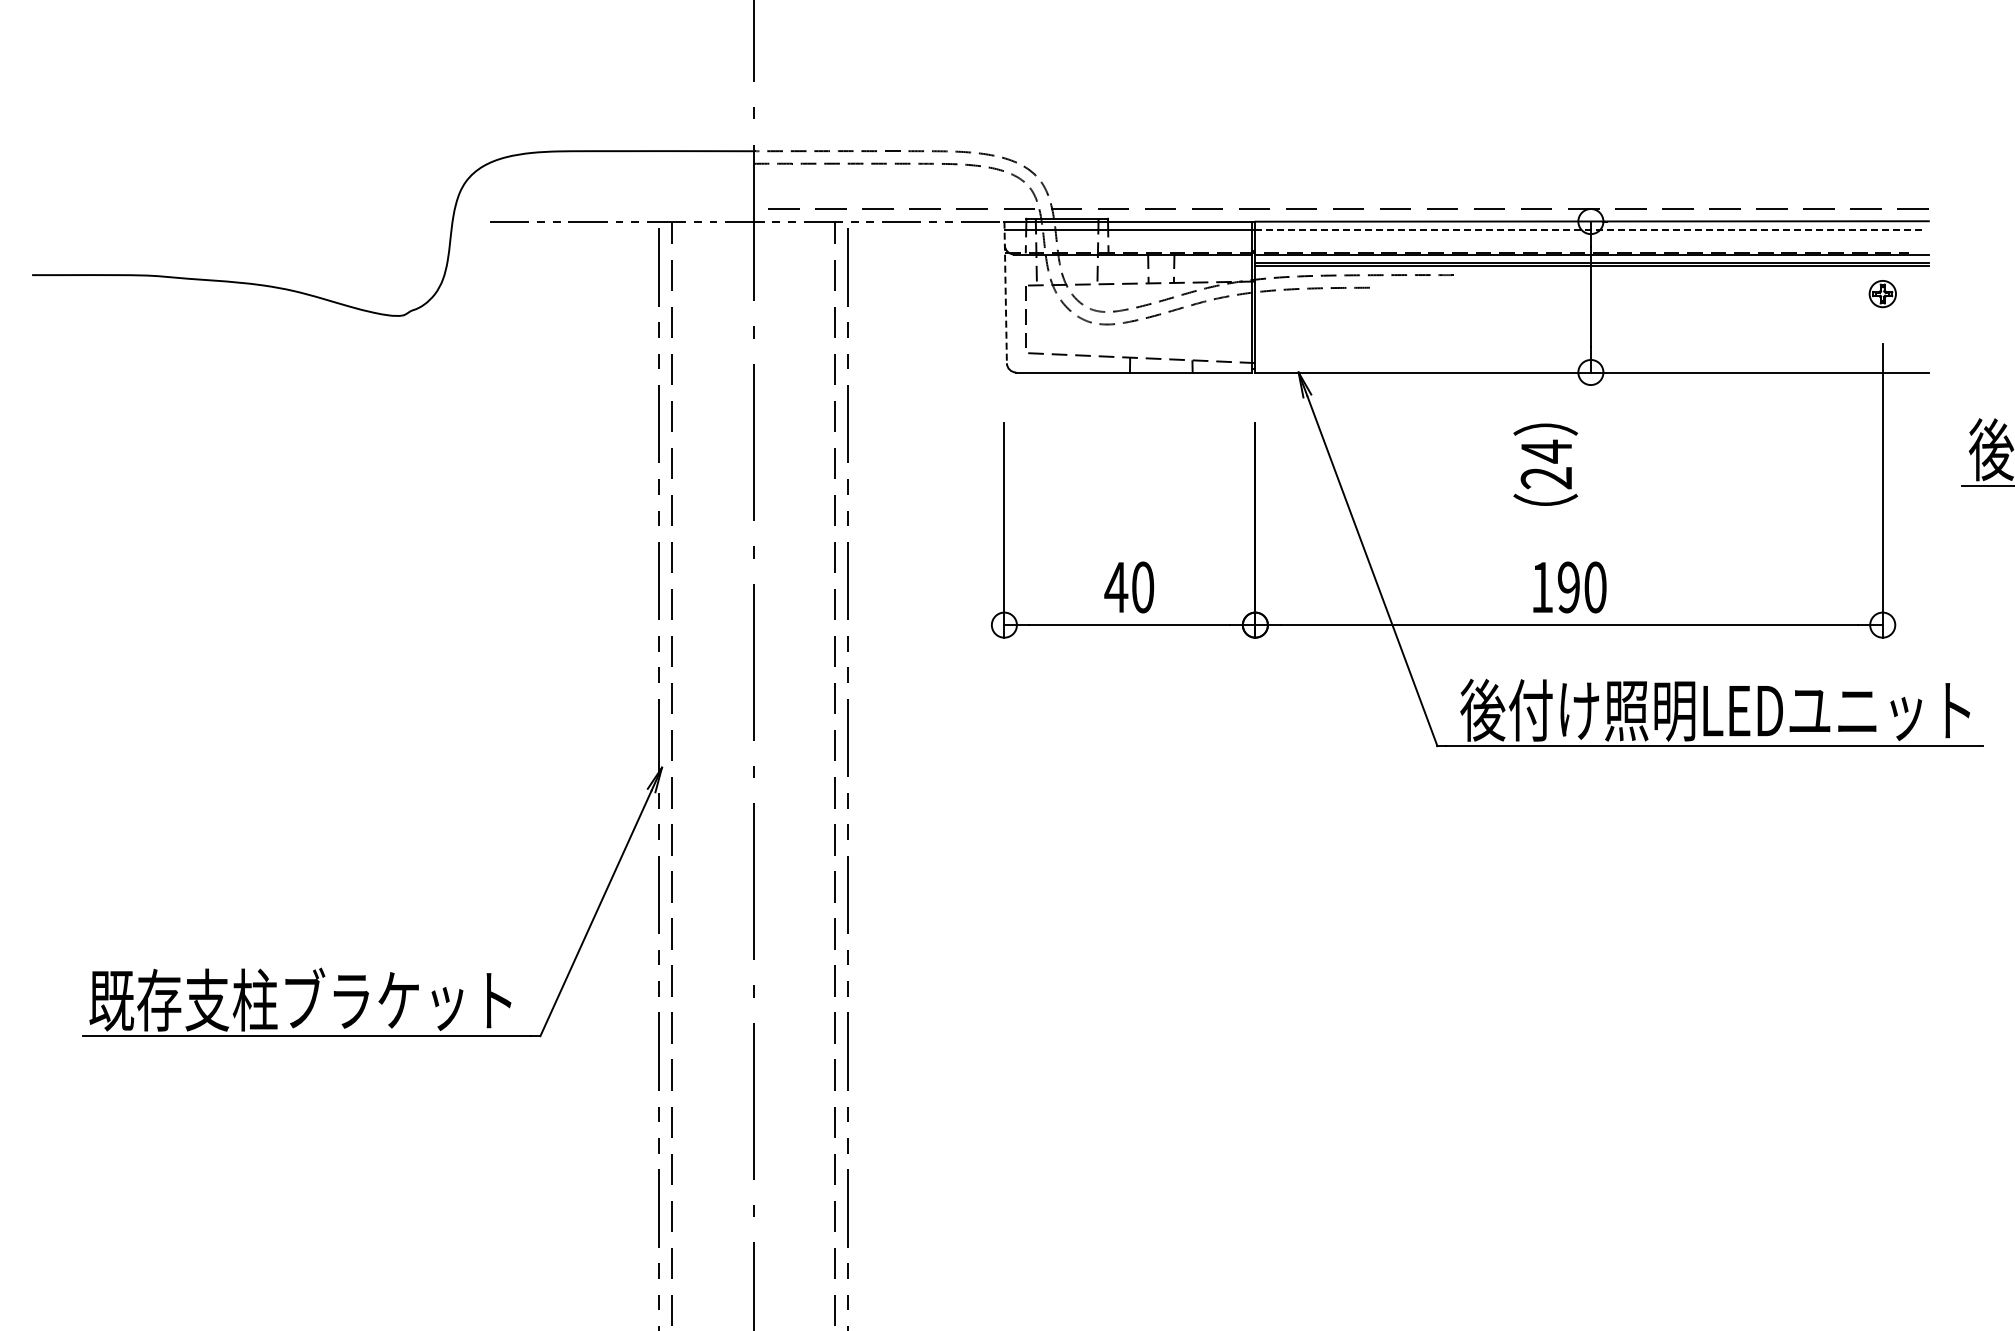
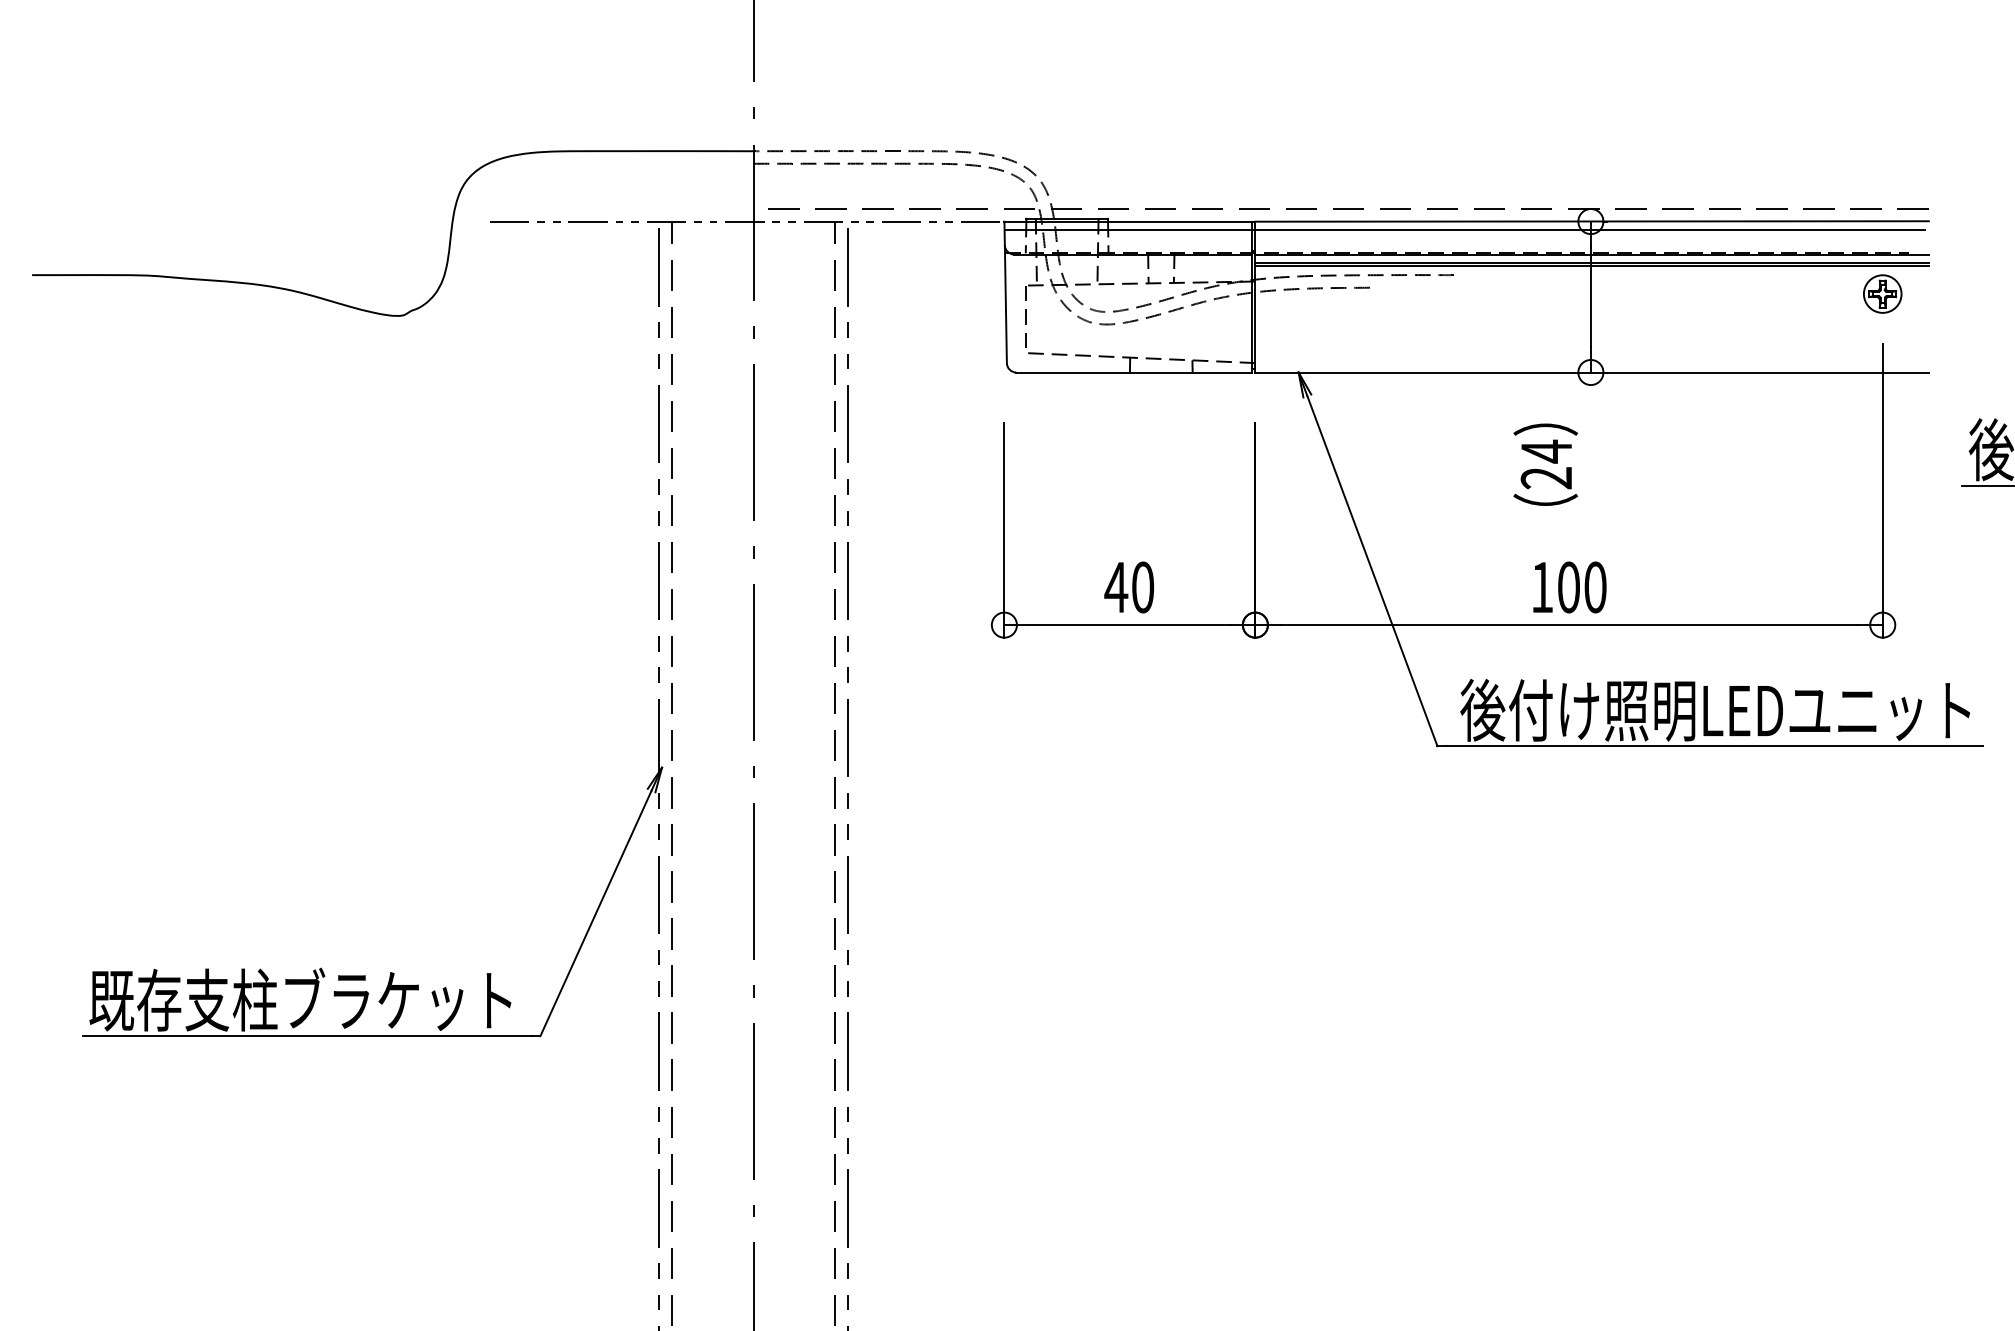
line at (1590, 230): dashed -> solid
line at (1005, 292): dashed -> solid
part at (1882, 294) size: 29x29 px -> 40x40 px
text at (1568, 587): 190 -> 100
